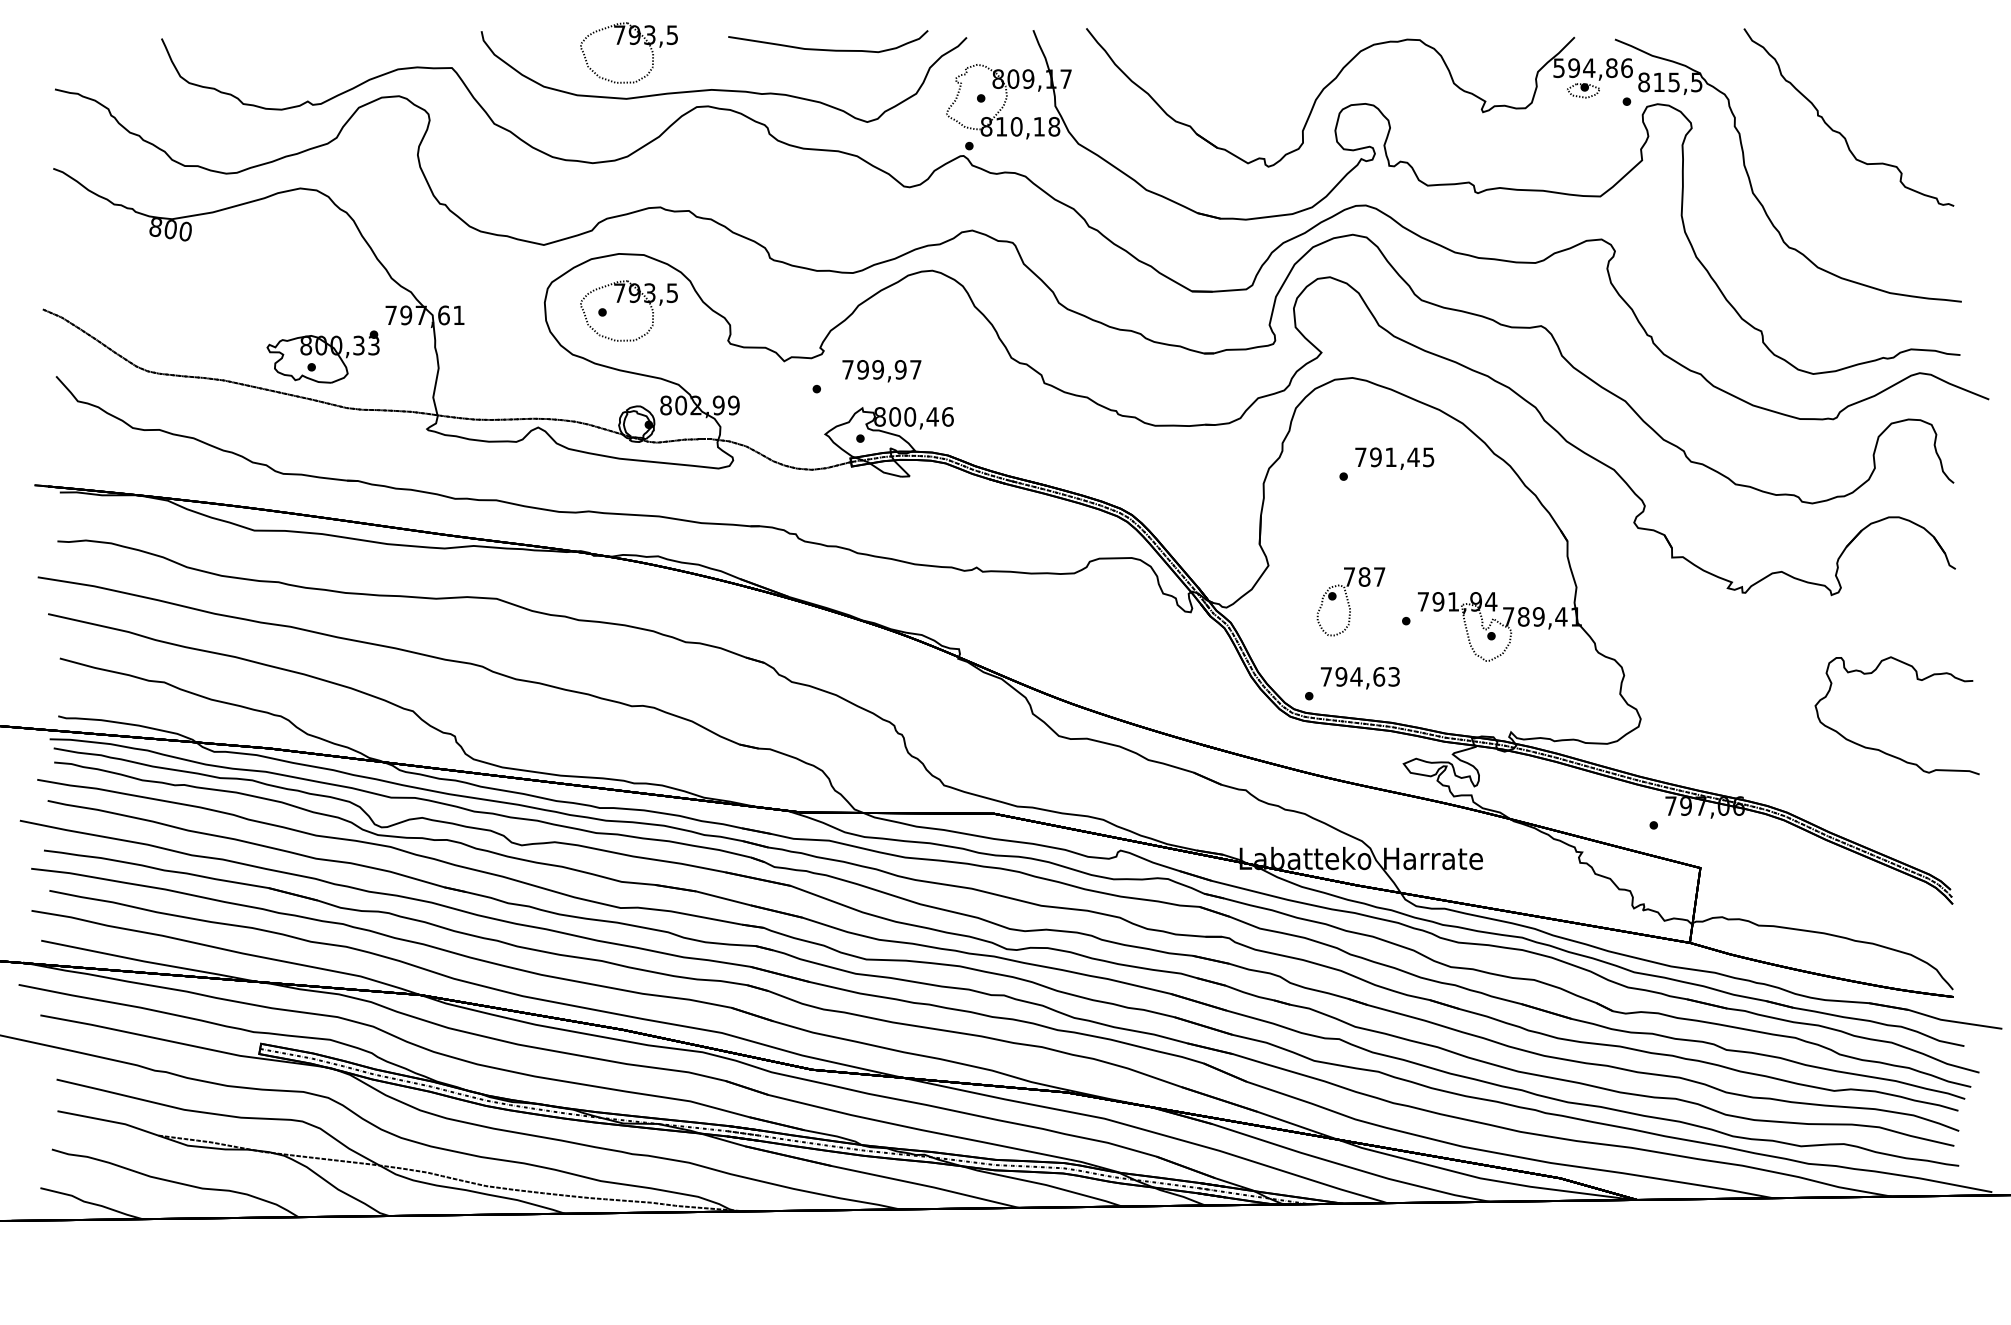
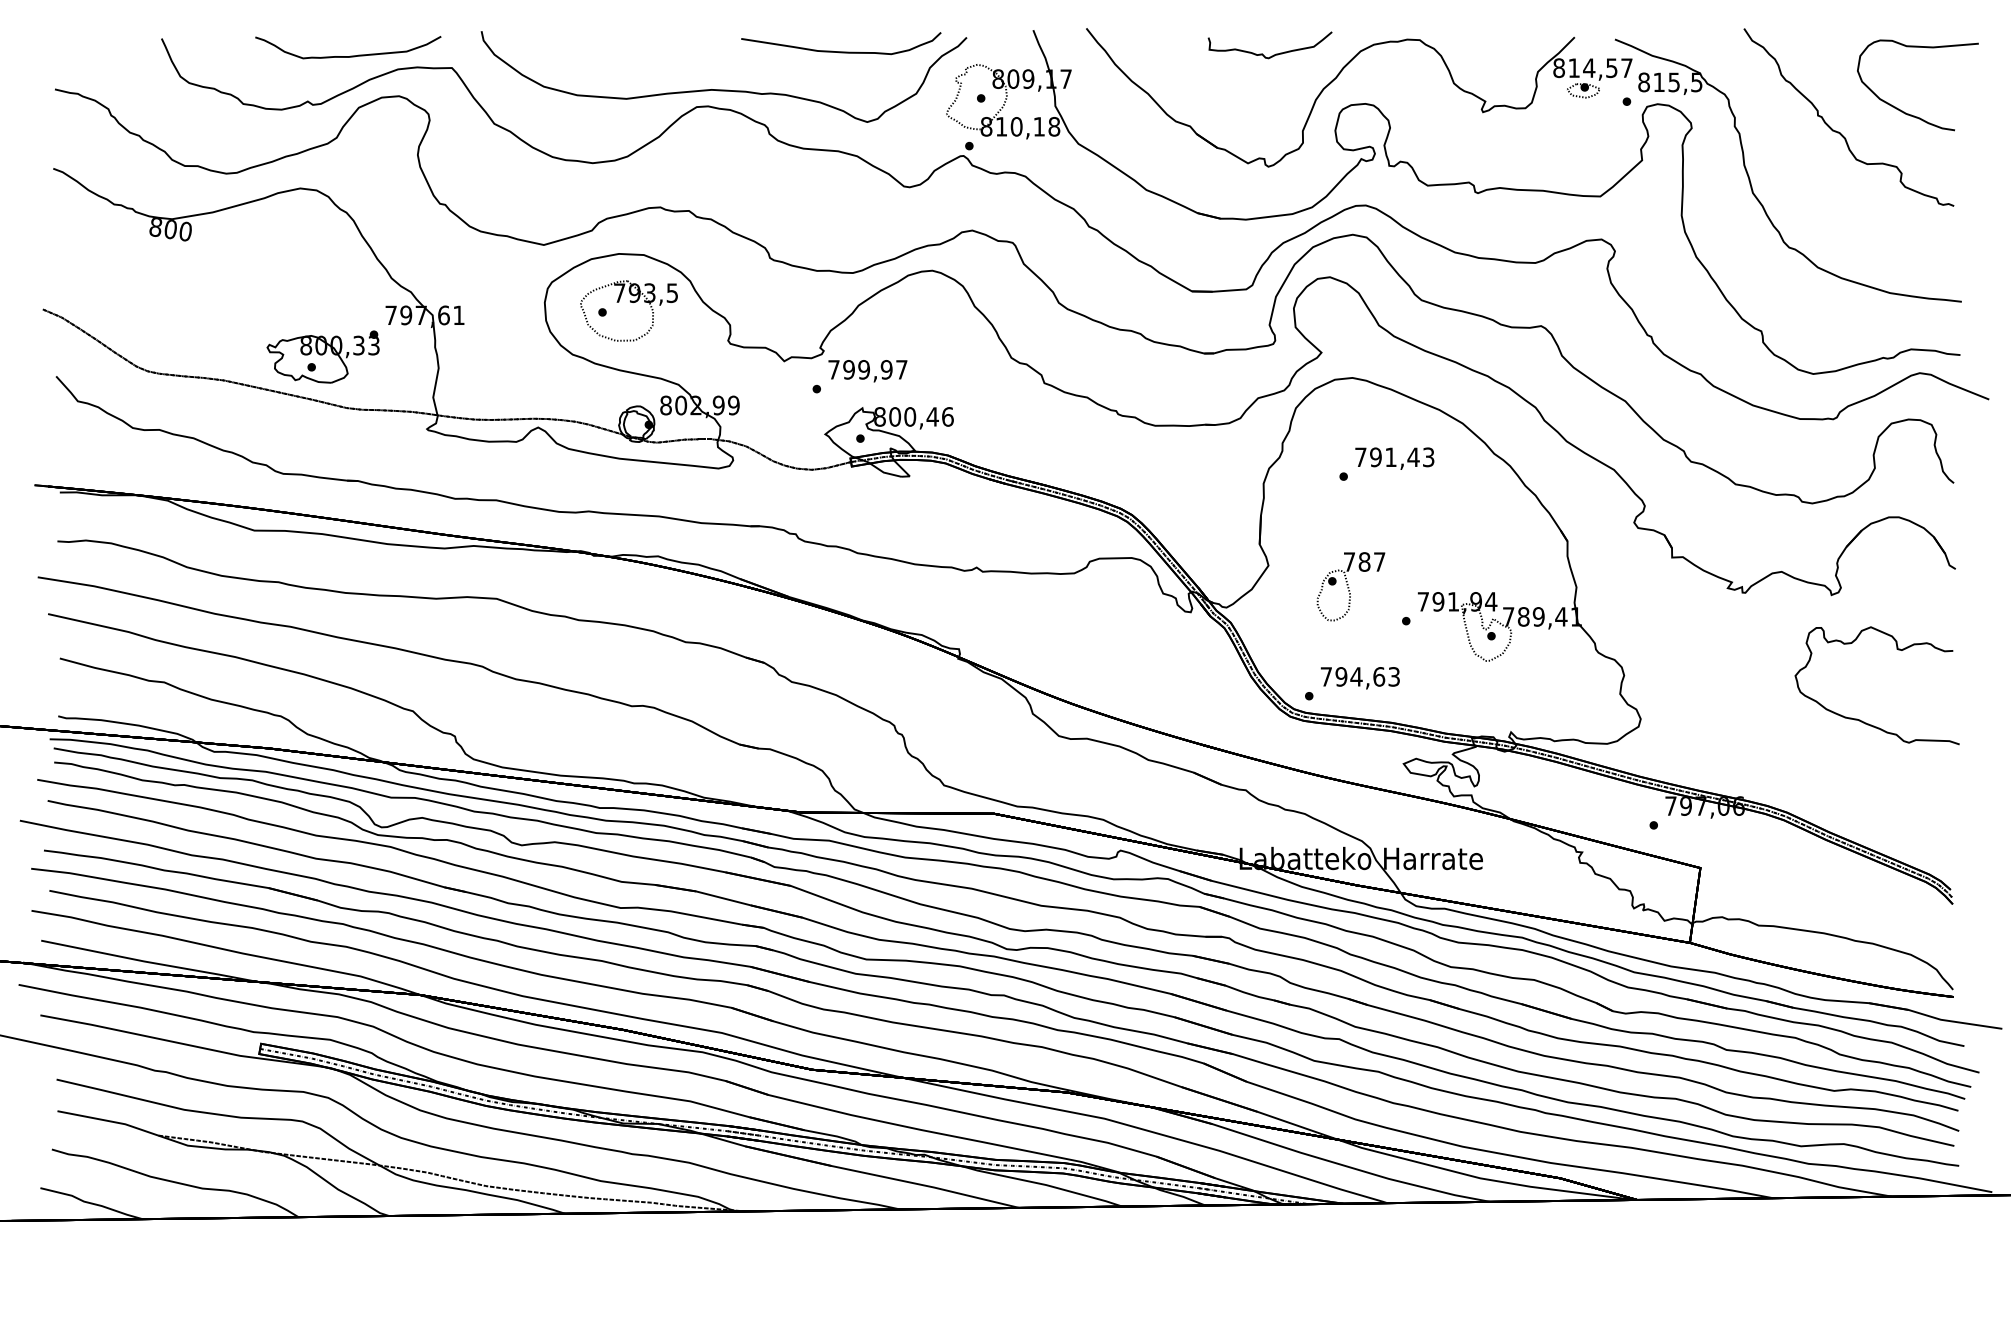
part at (630, 44): present -> none
curve at (828, 49) position: (828, 49) -> (841, 51)
curve at (1273, 54): none -> present
curve at (350, 55): none -> present
text at (1592, 68): 594,86 -> 814,57
curve at (1904, 111): none -> present
text at (881, 371) position: (881, 371) -> (867, 371)
text at (1428, 456): 791,45 -> 791,43
part at (1350, 601) position: (1350, 601) -> (1350, 586)
curve at (1880, 749) position: (1880, 749) -> (1860, 719)
